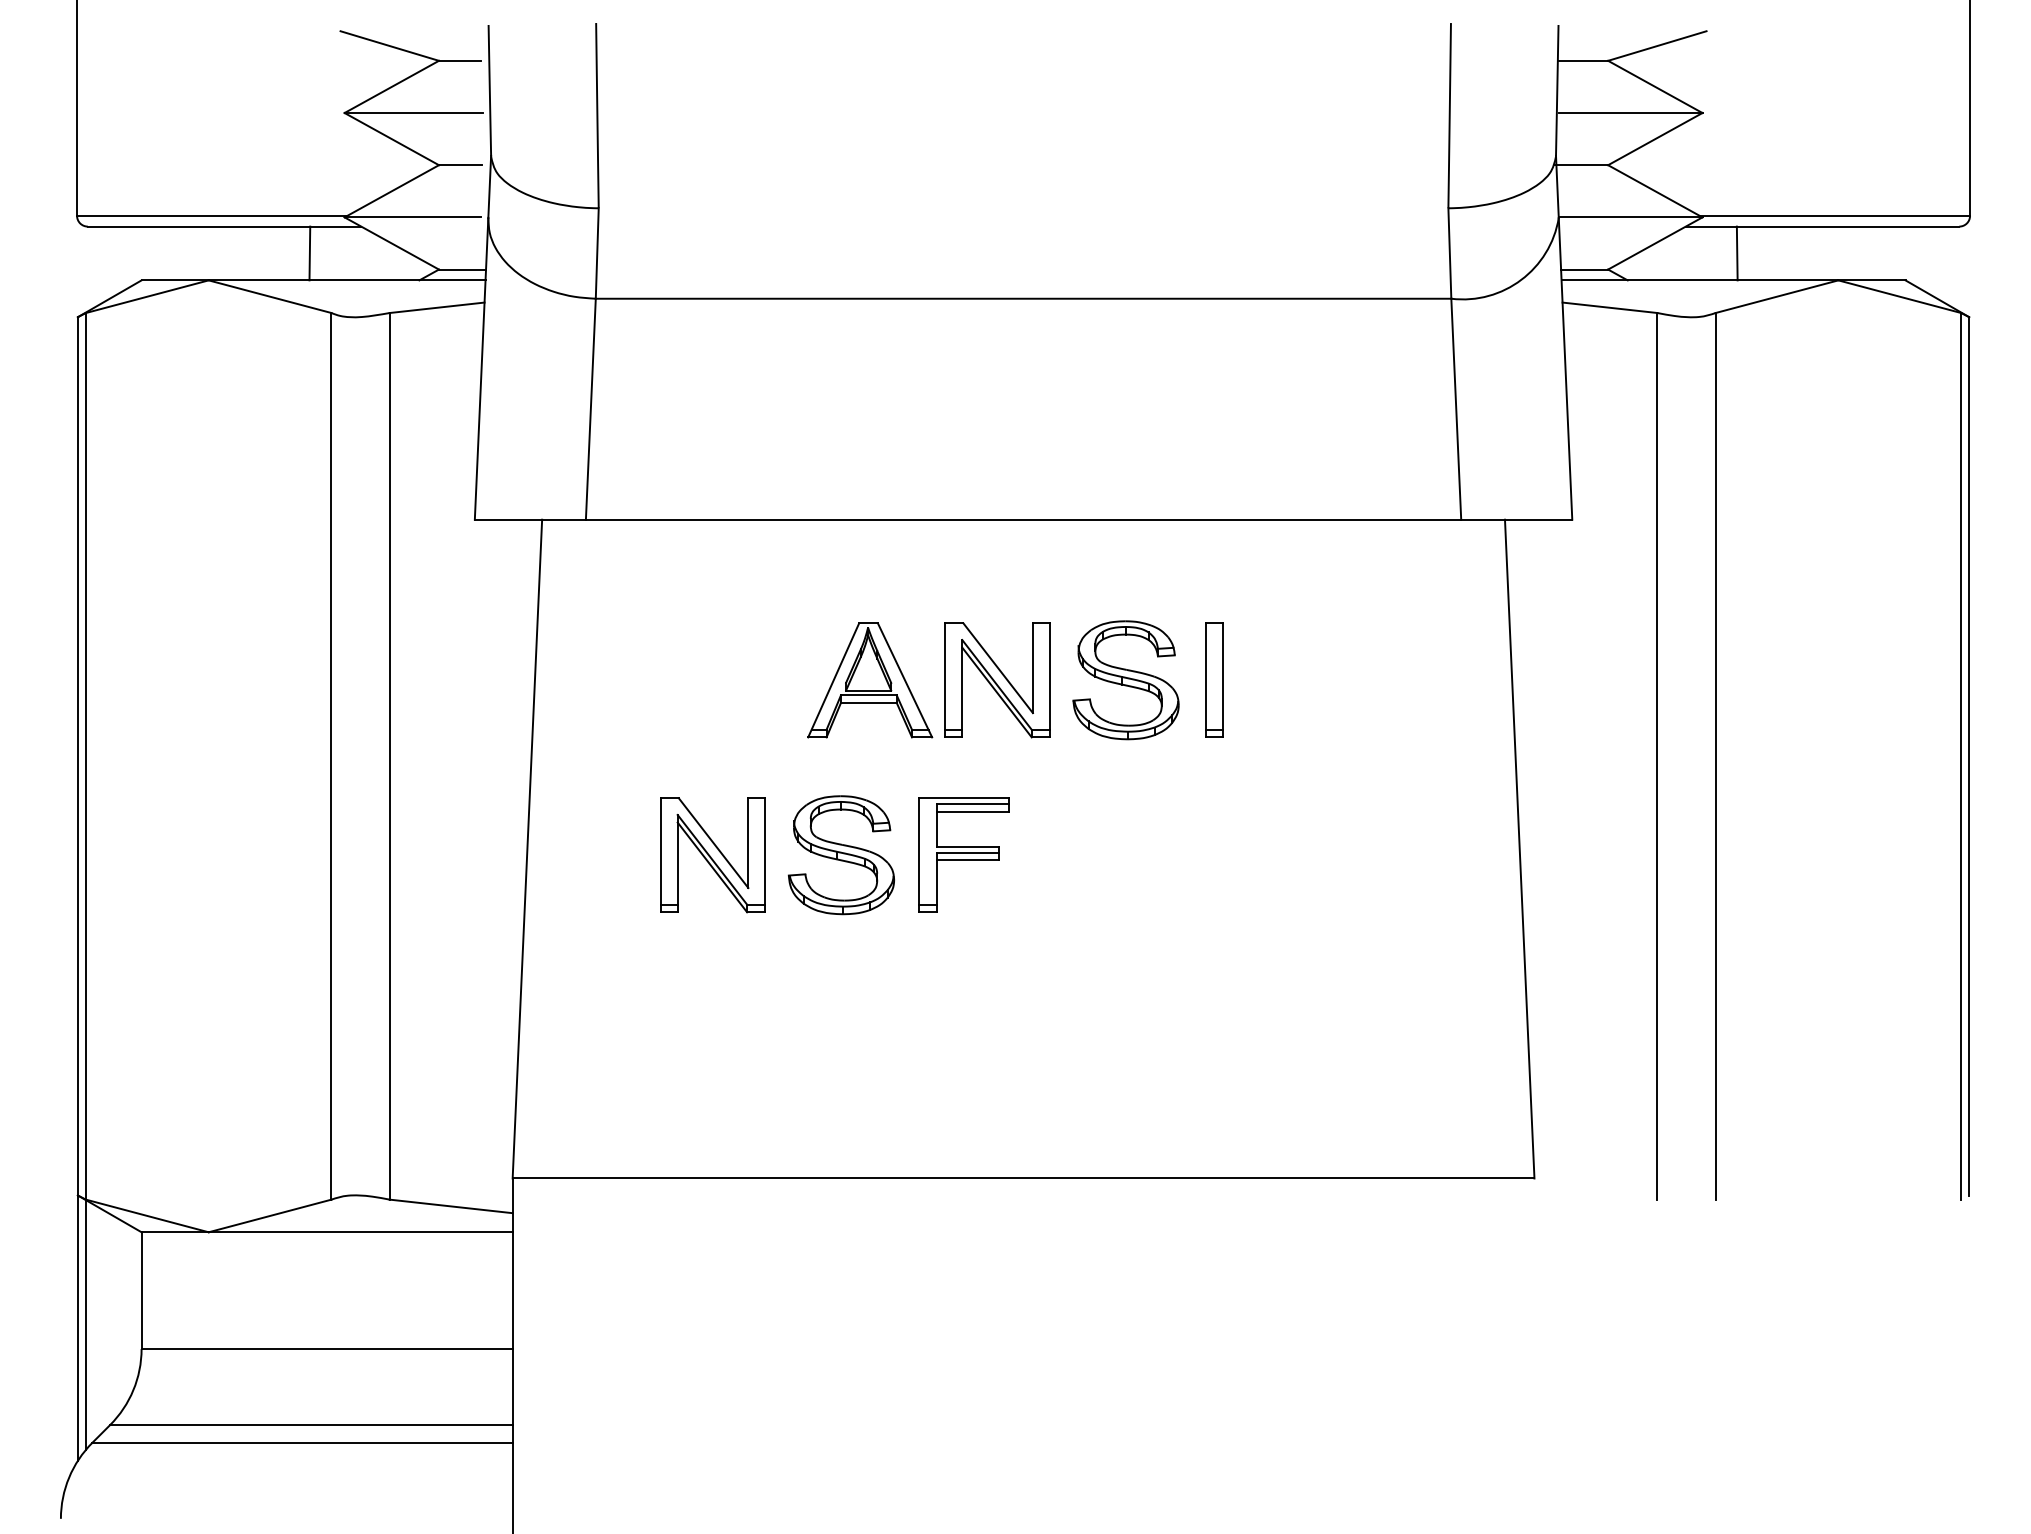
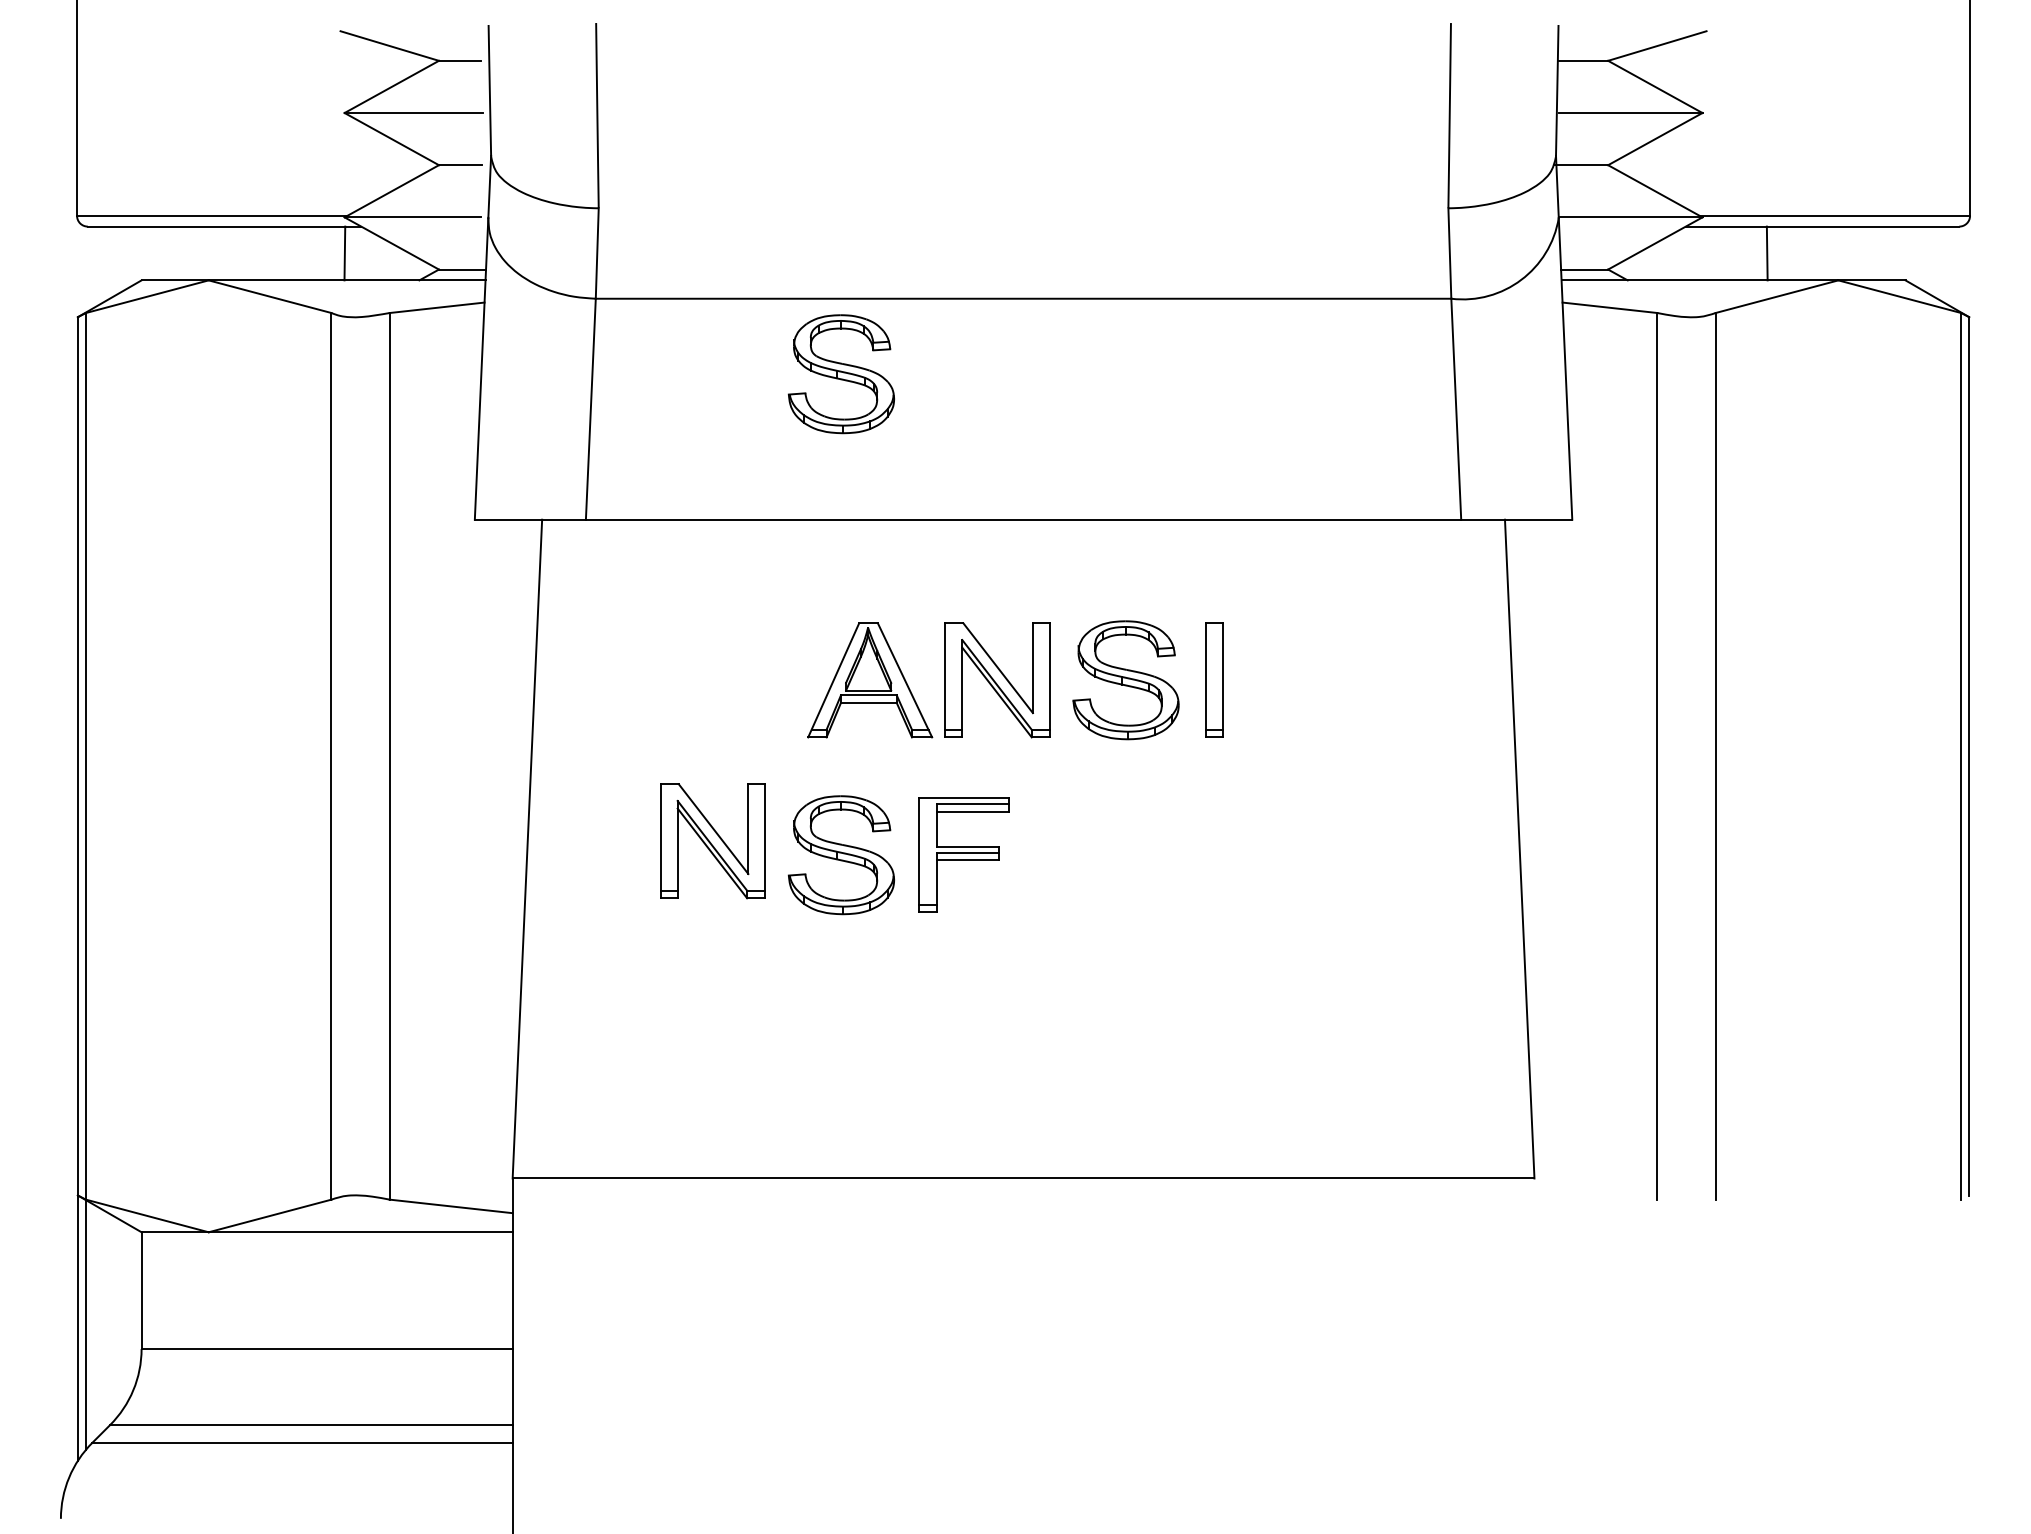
line at (309, 253) position: (309, 253) -> (344, 253)
line at (1736, 253) position: (1736, 253) -> (1766, 253)
part at (840, 374): none -> present
part at (712, 855) position: (712, 855) -> (712, 841)
